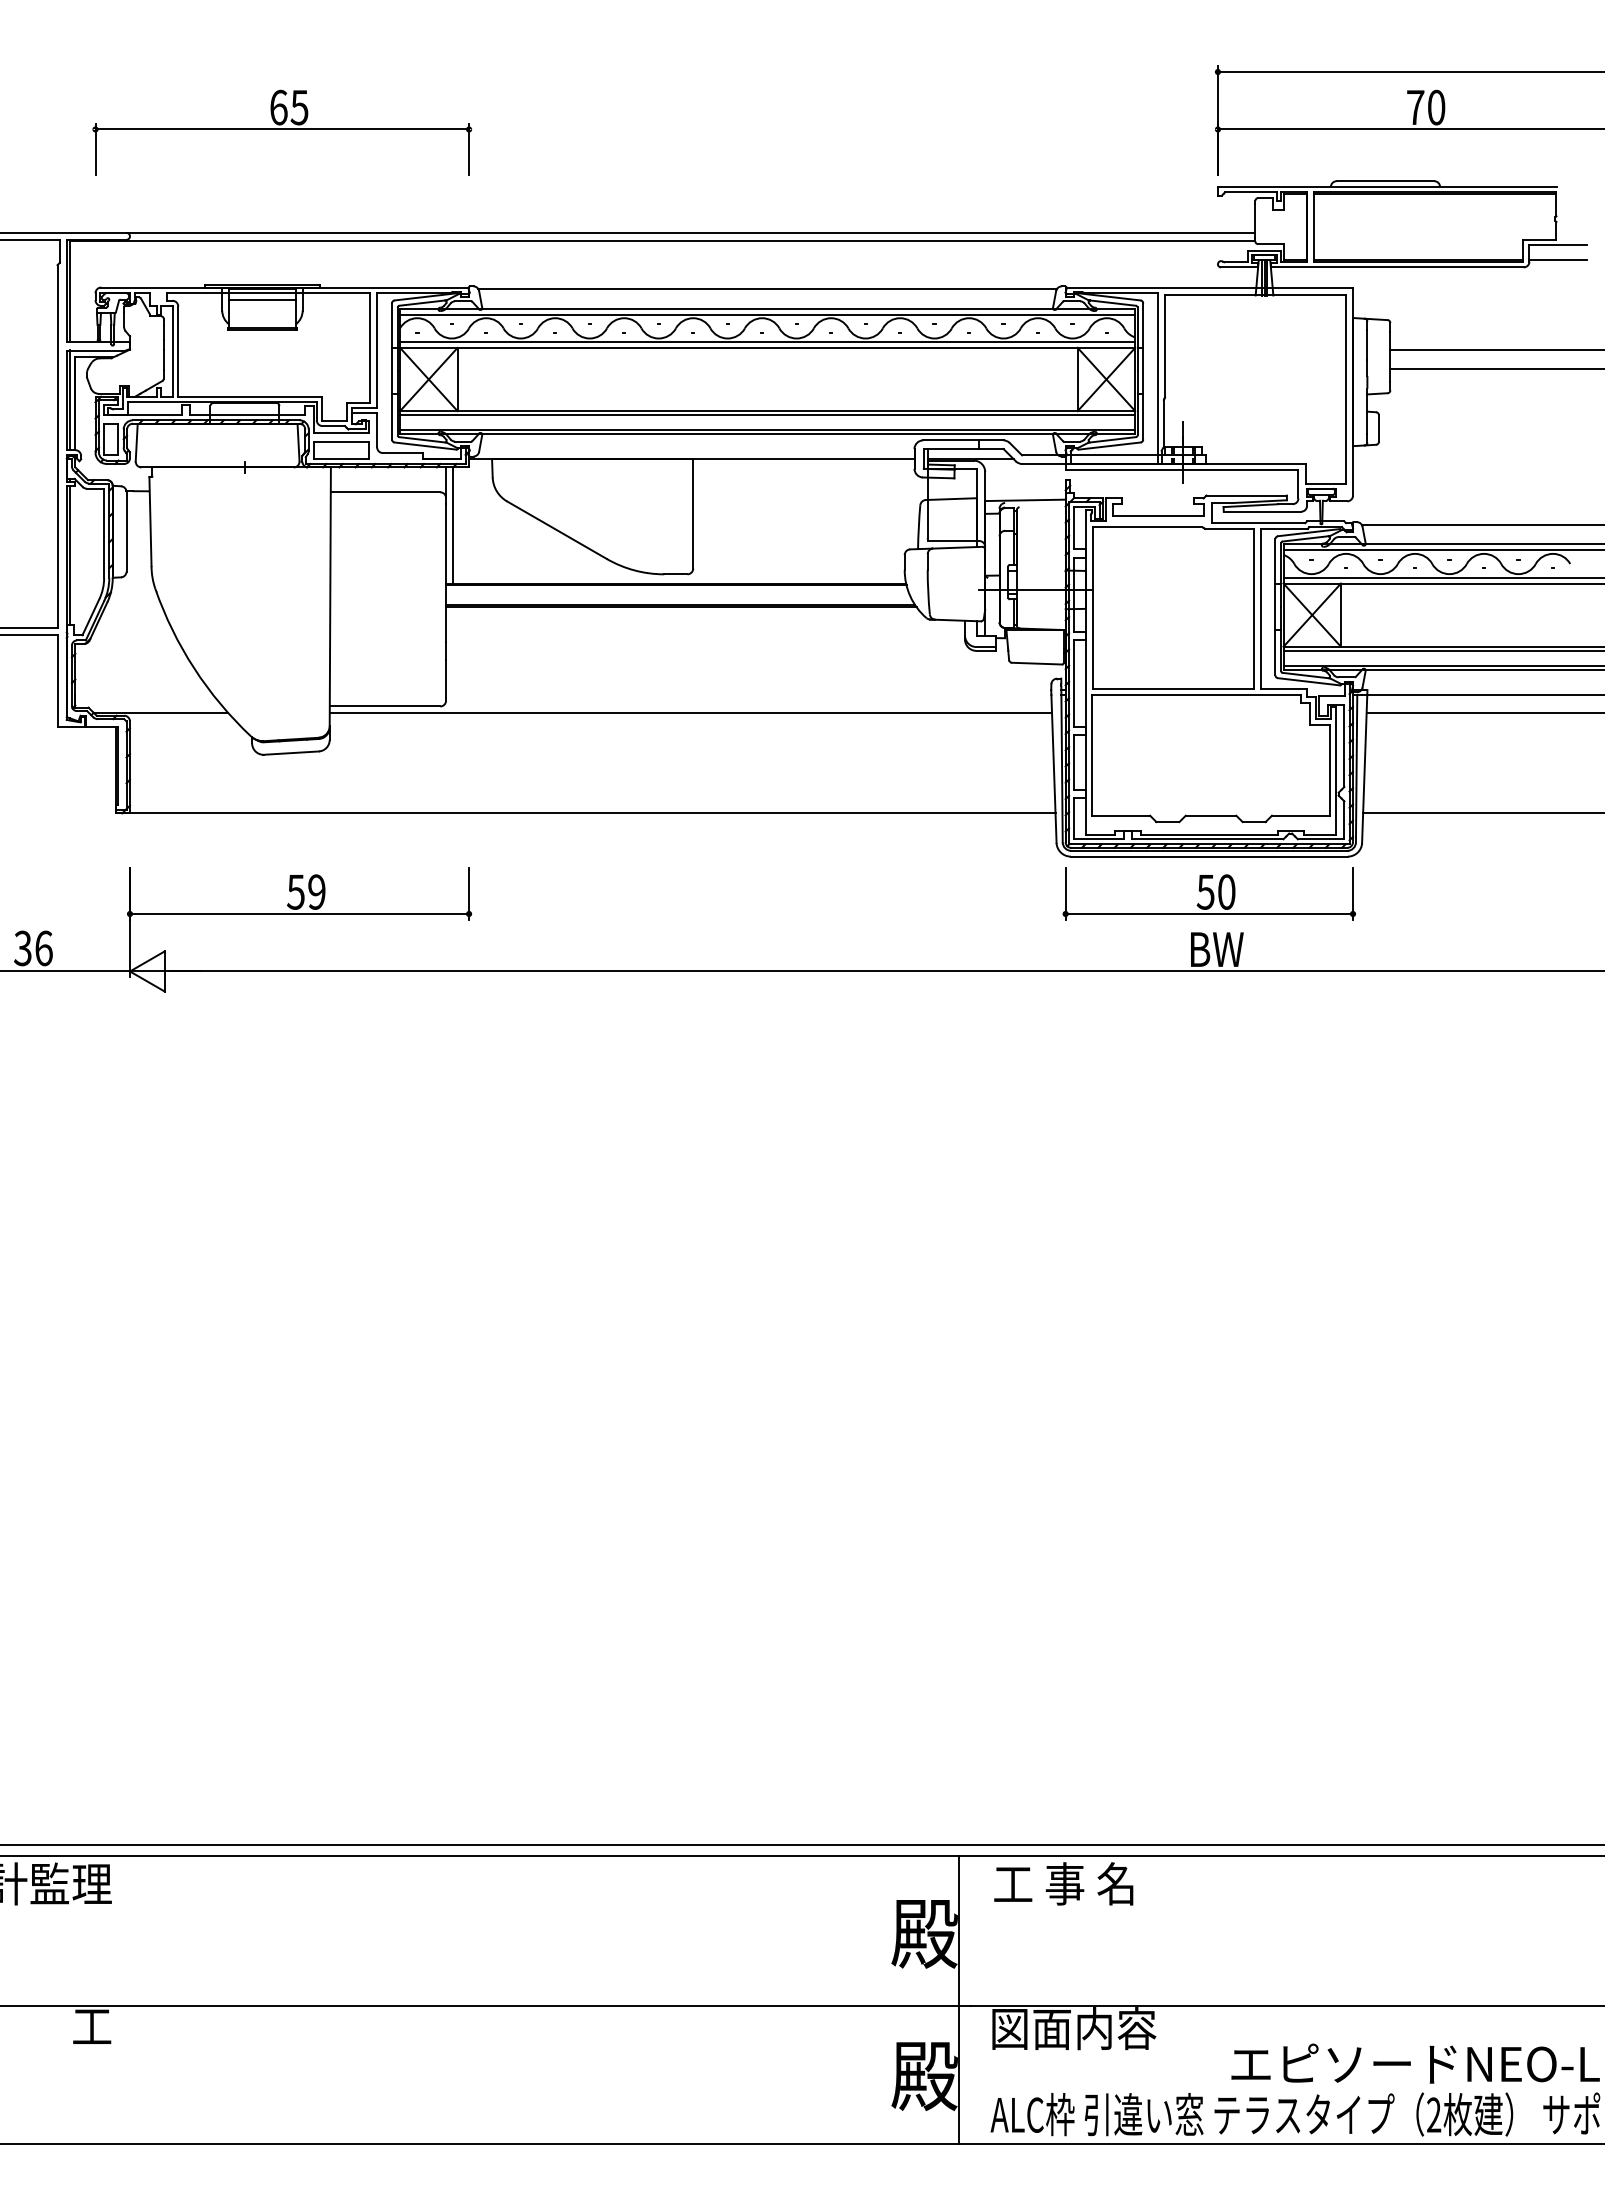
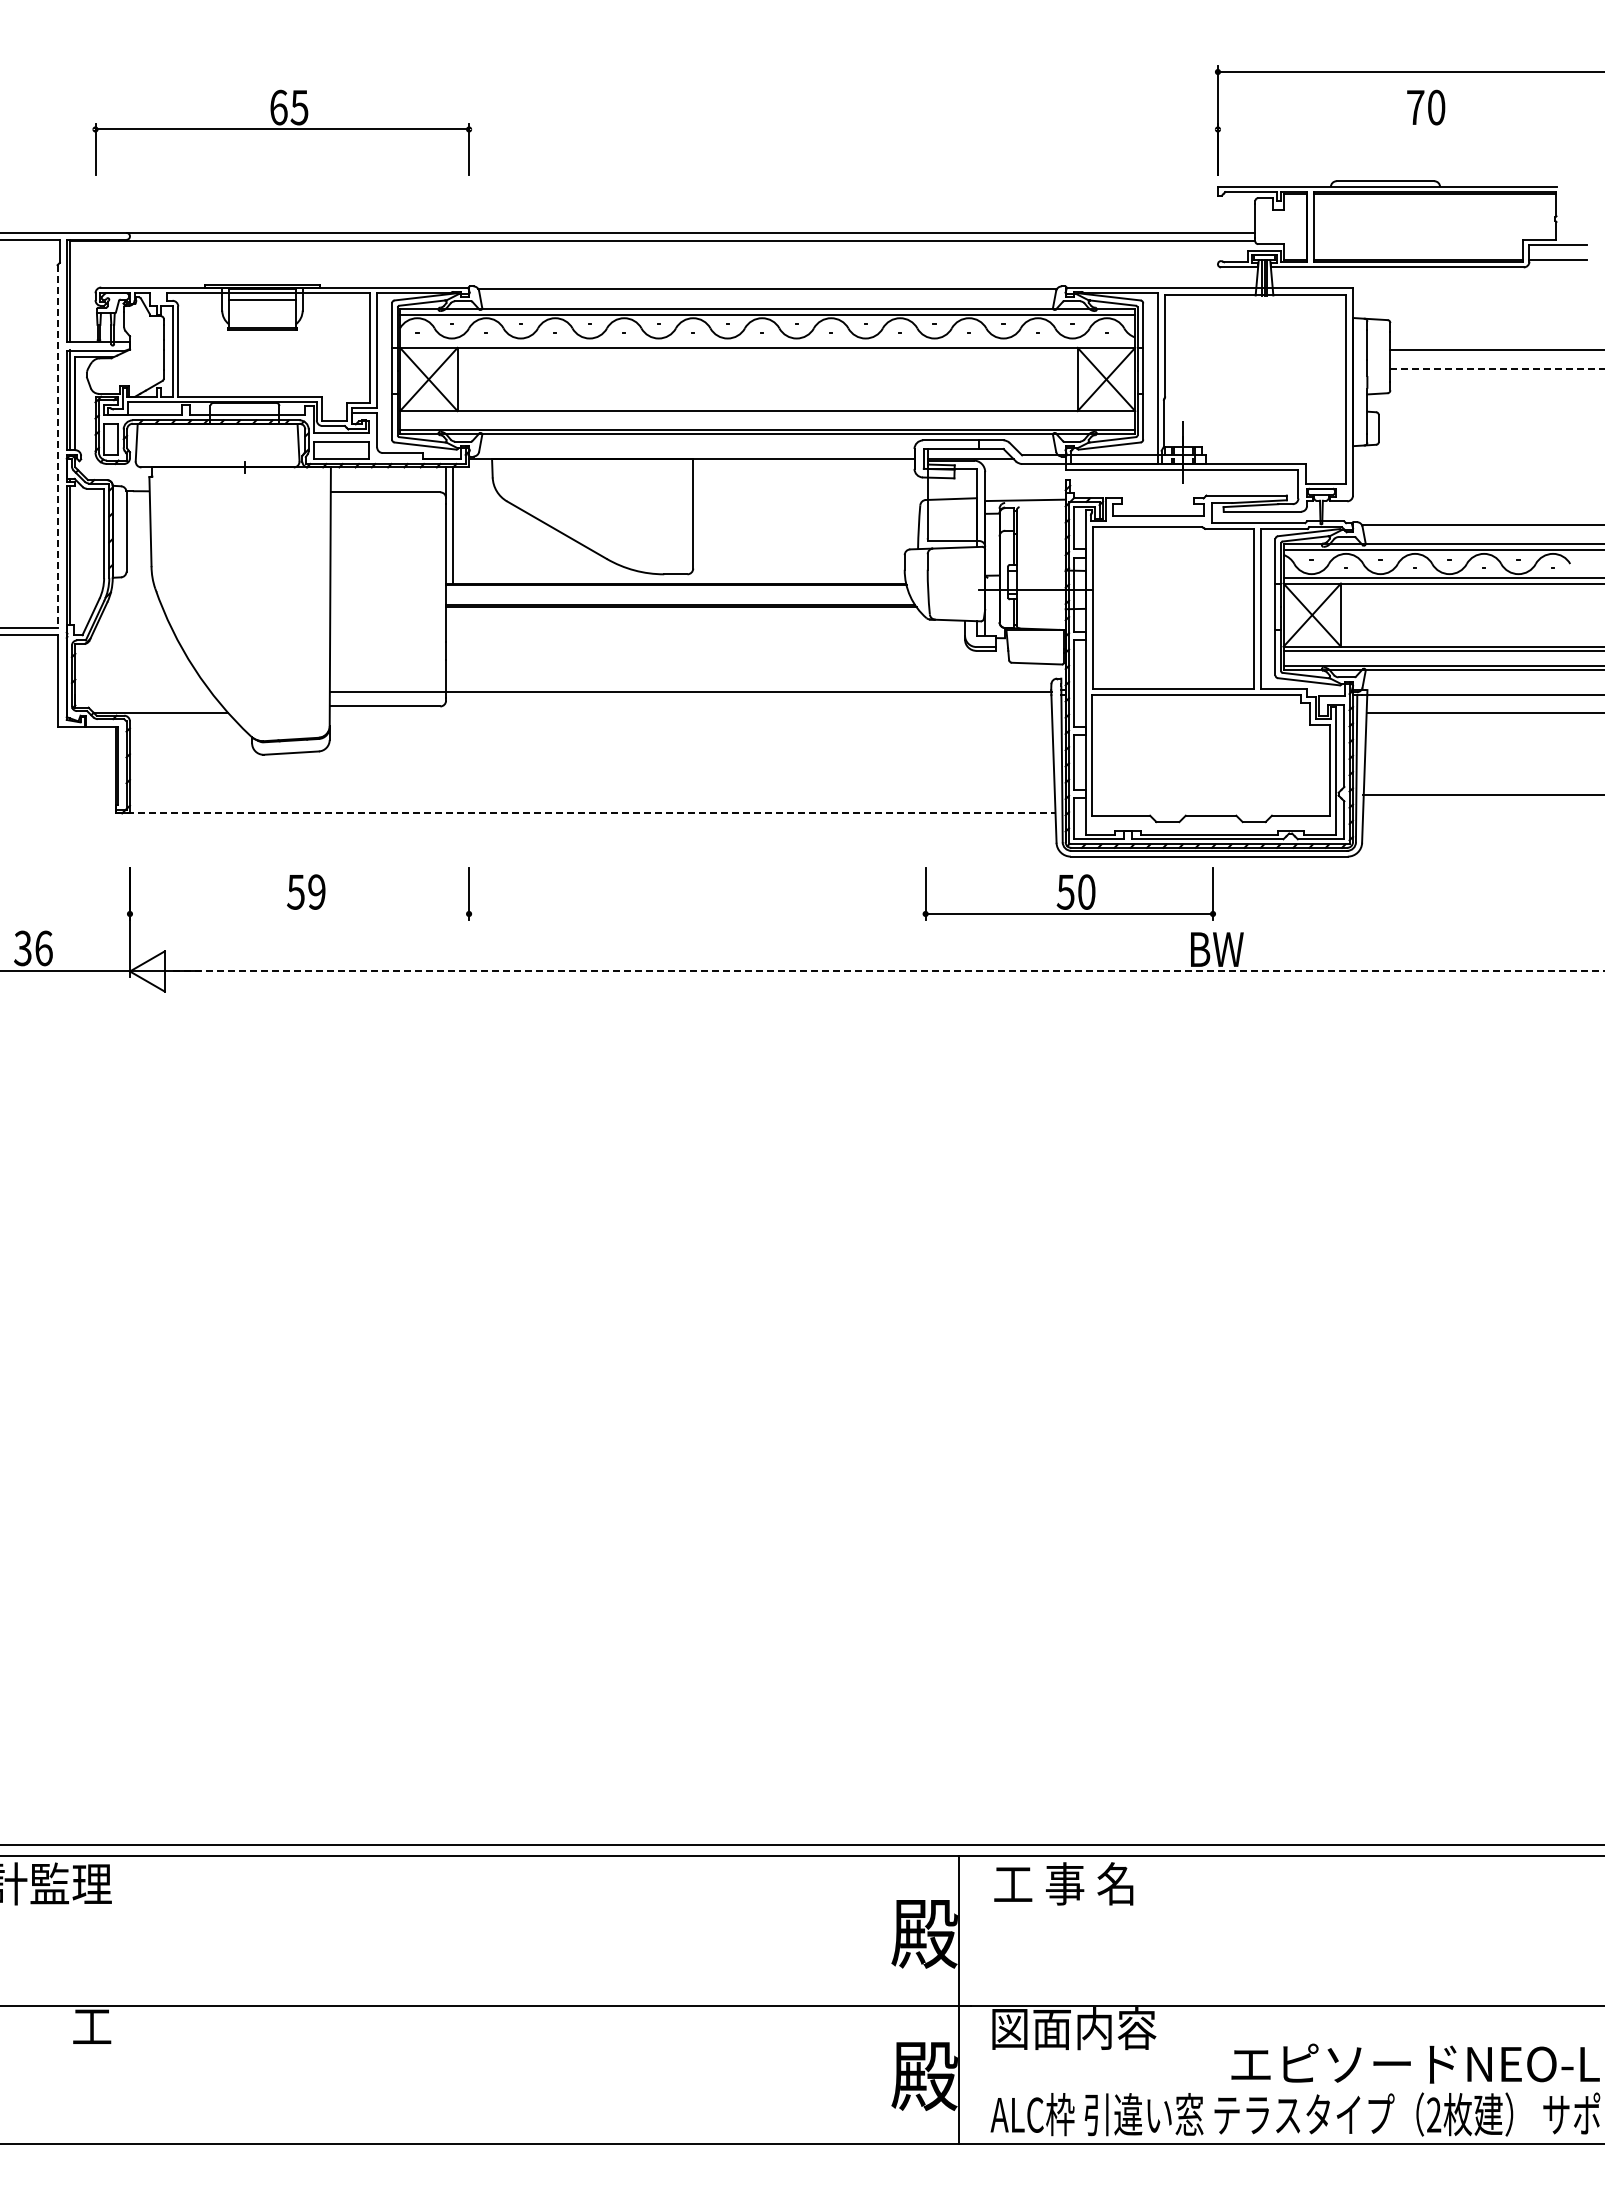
line at (1409, 129): present -> none
line at (767, 342): present -> none
line at (1497, 369): solid -> dashed
line at (767, 415): present -> none
line at (57, 446): solid -> dashed
line at (690, 712) position: (690, 712) -> (690, 691)
line at (585, 813): solid -> dashed
line at (1482, 813) position: (1482, 813) -> (1482, 795)
part at (1208, 893) position: (1208, 893) -> (1068, 893)
line at (299, 914): present -> none
line at (886, 971): solid -> dashed
